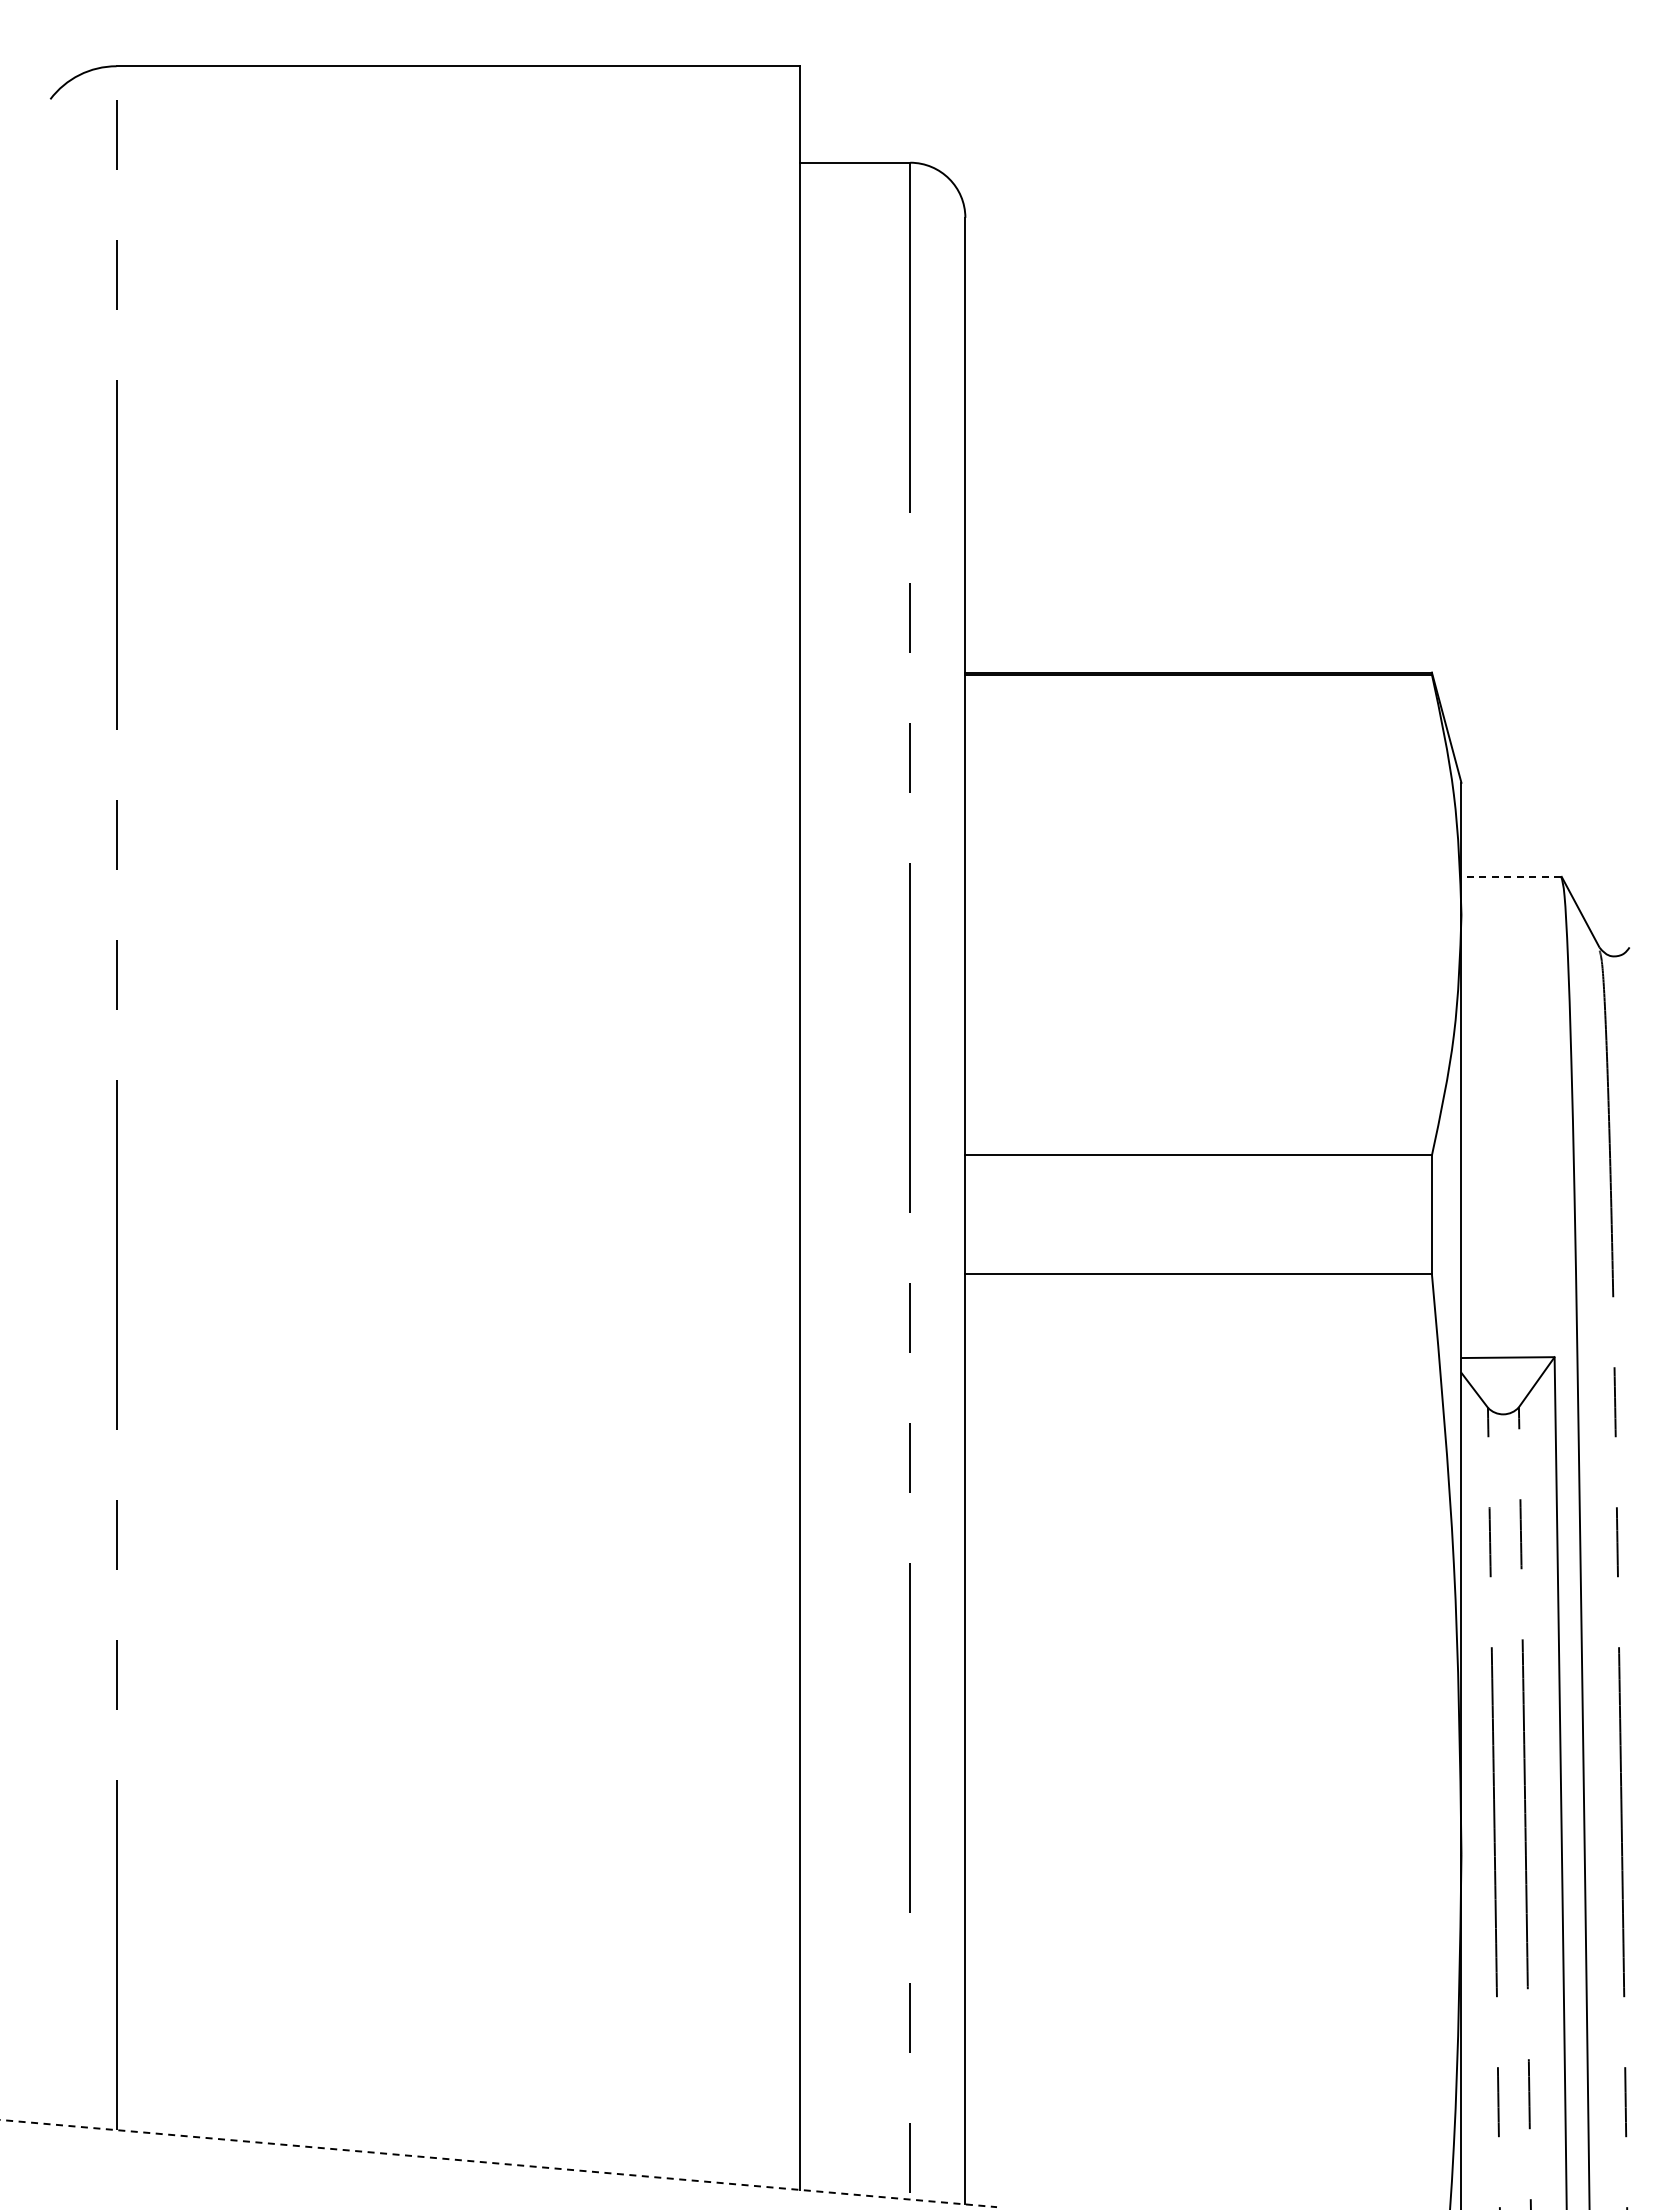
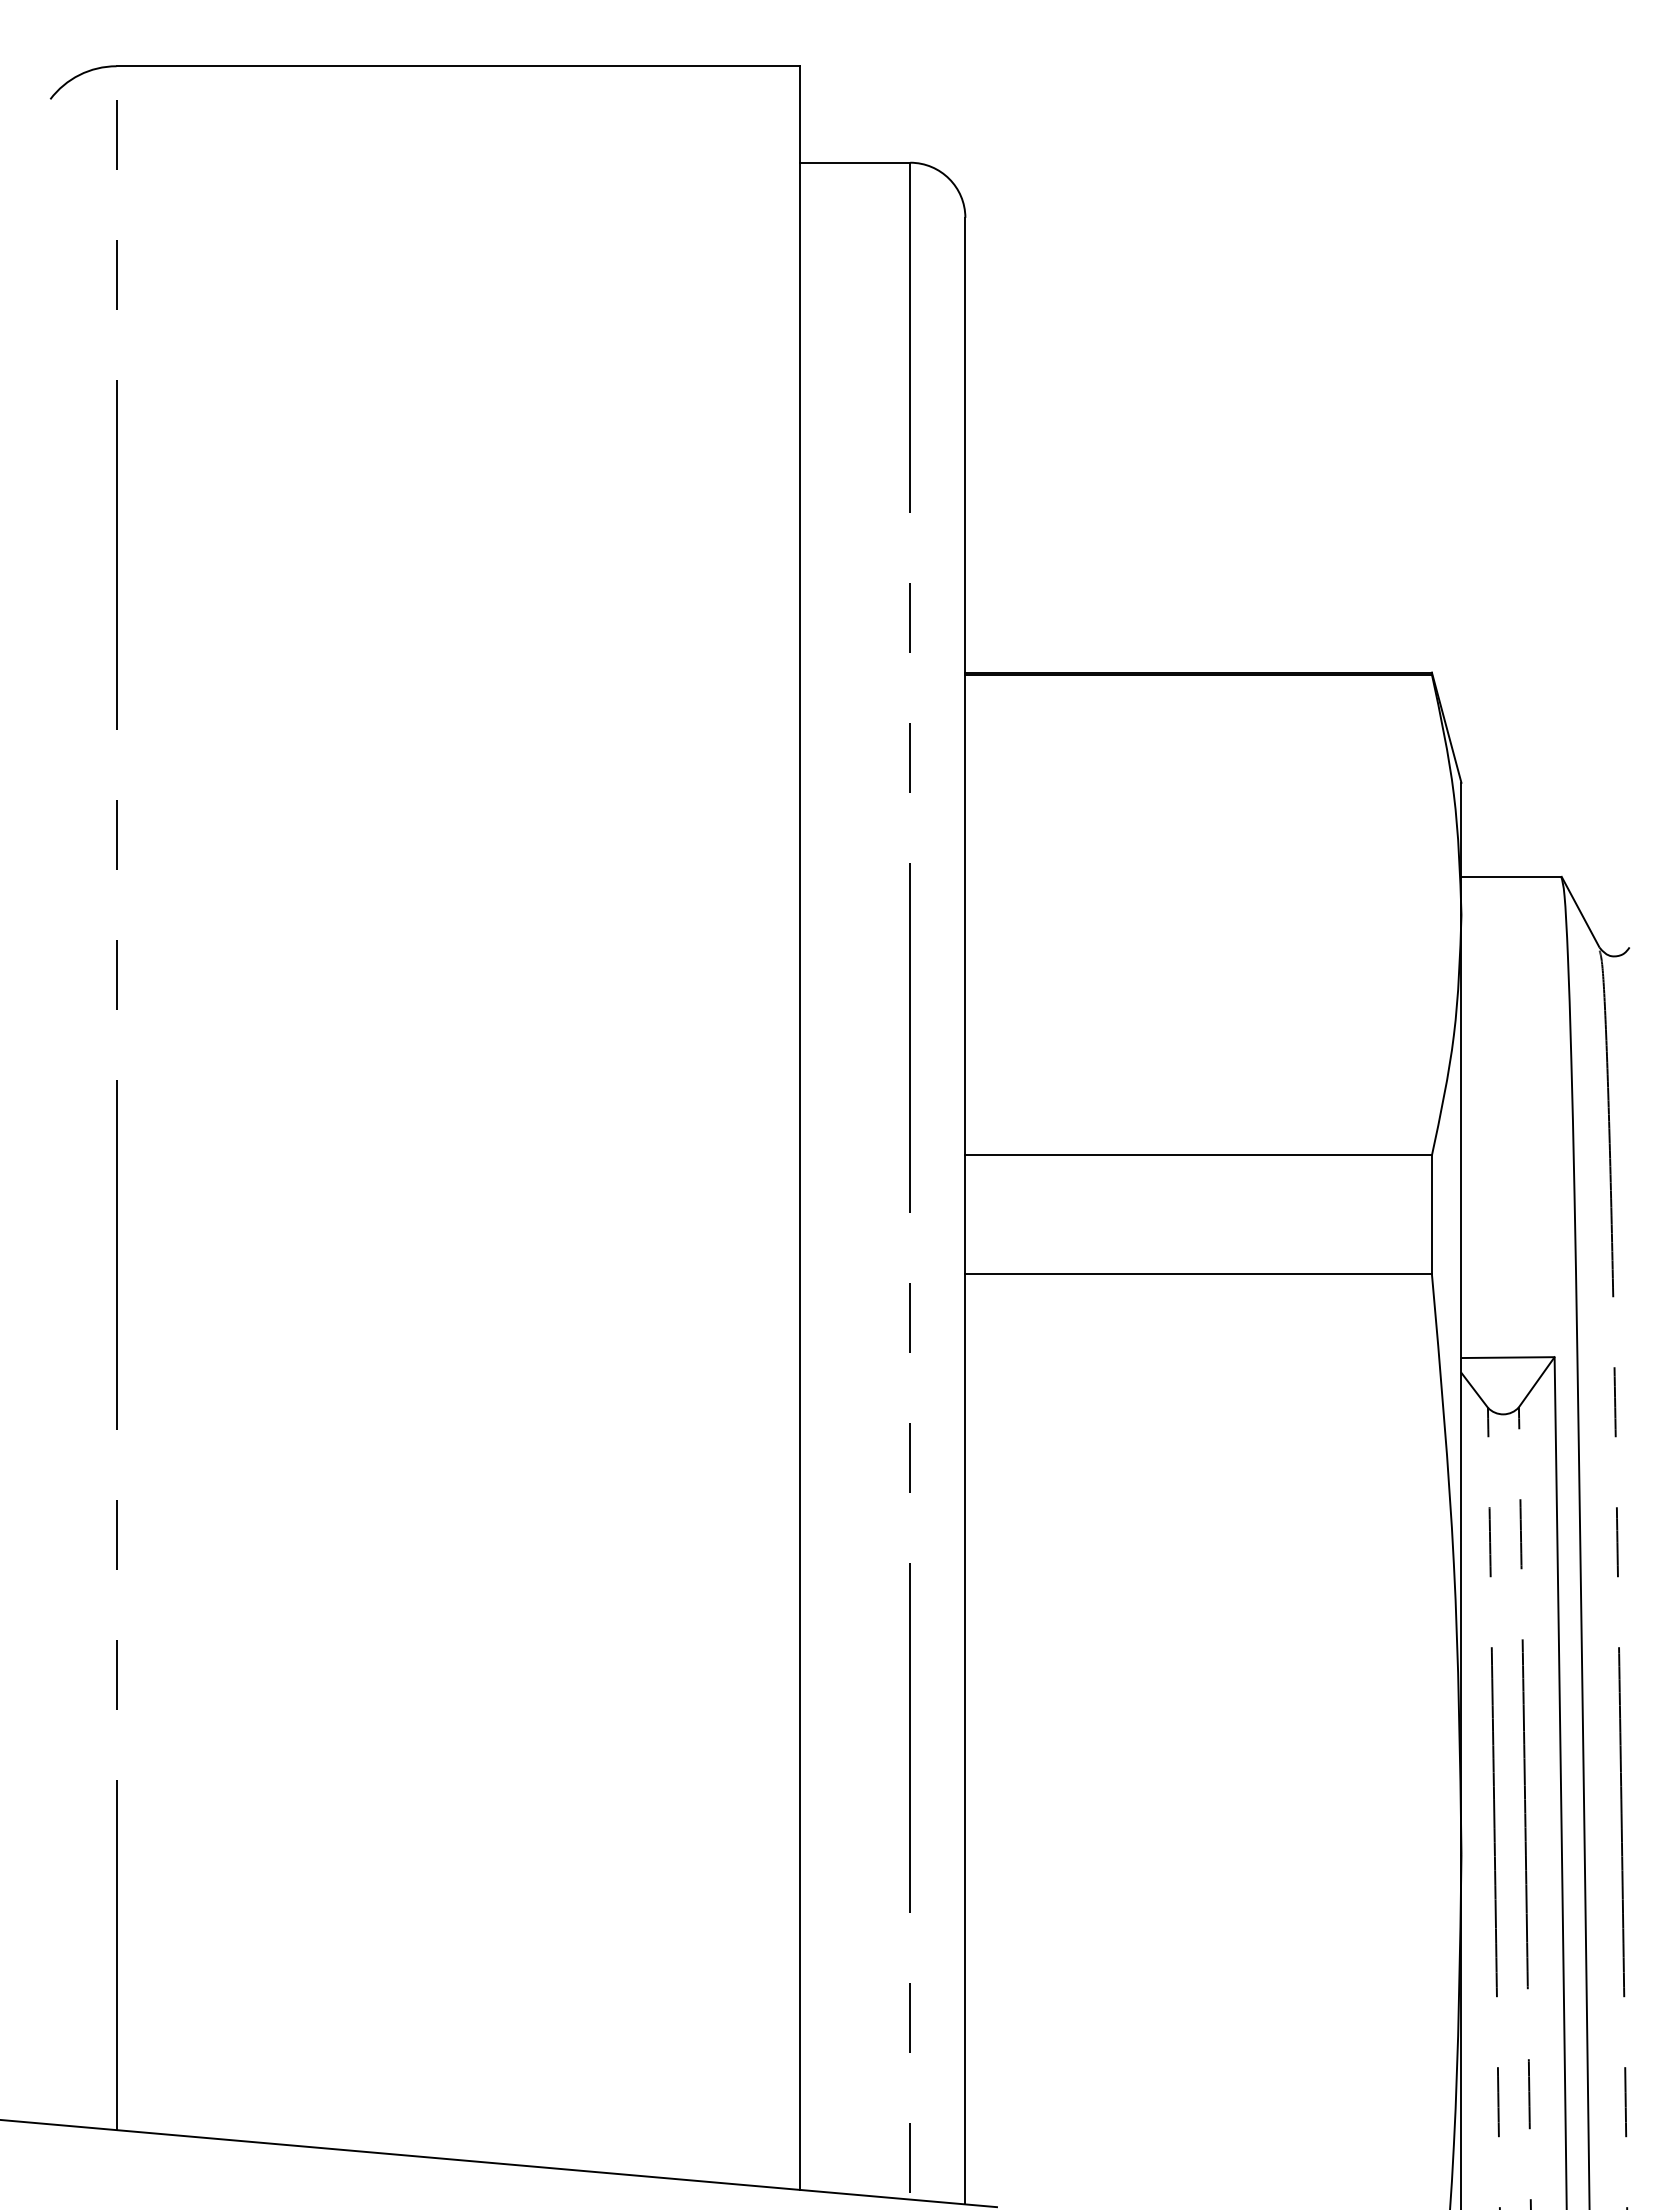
line at (1511, 876): dashed -> solid
line at (499, 2163): dashed -> solid
